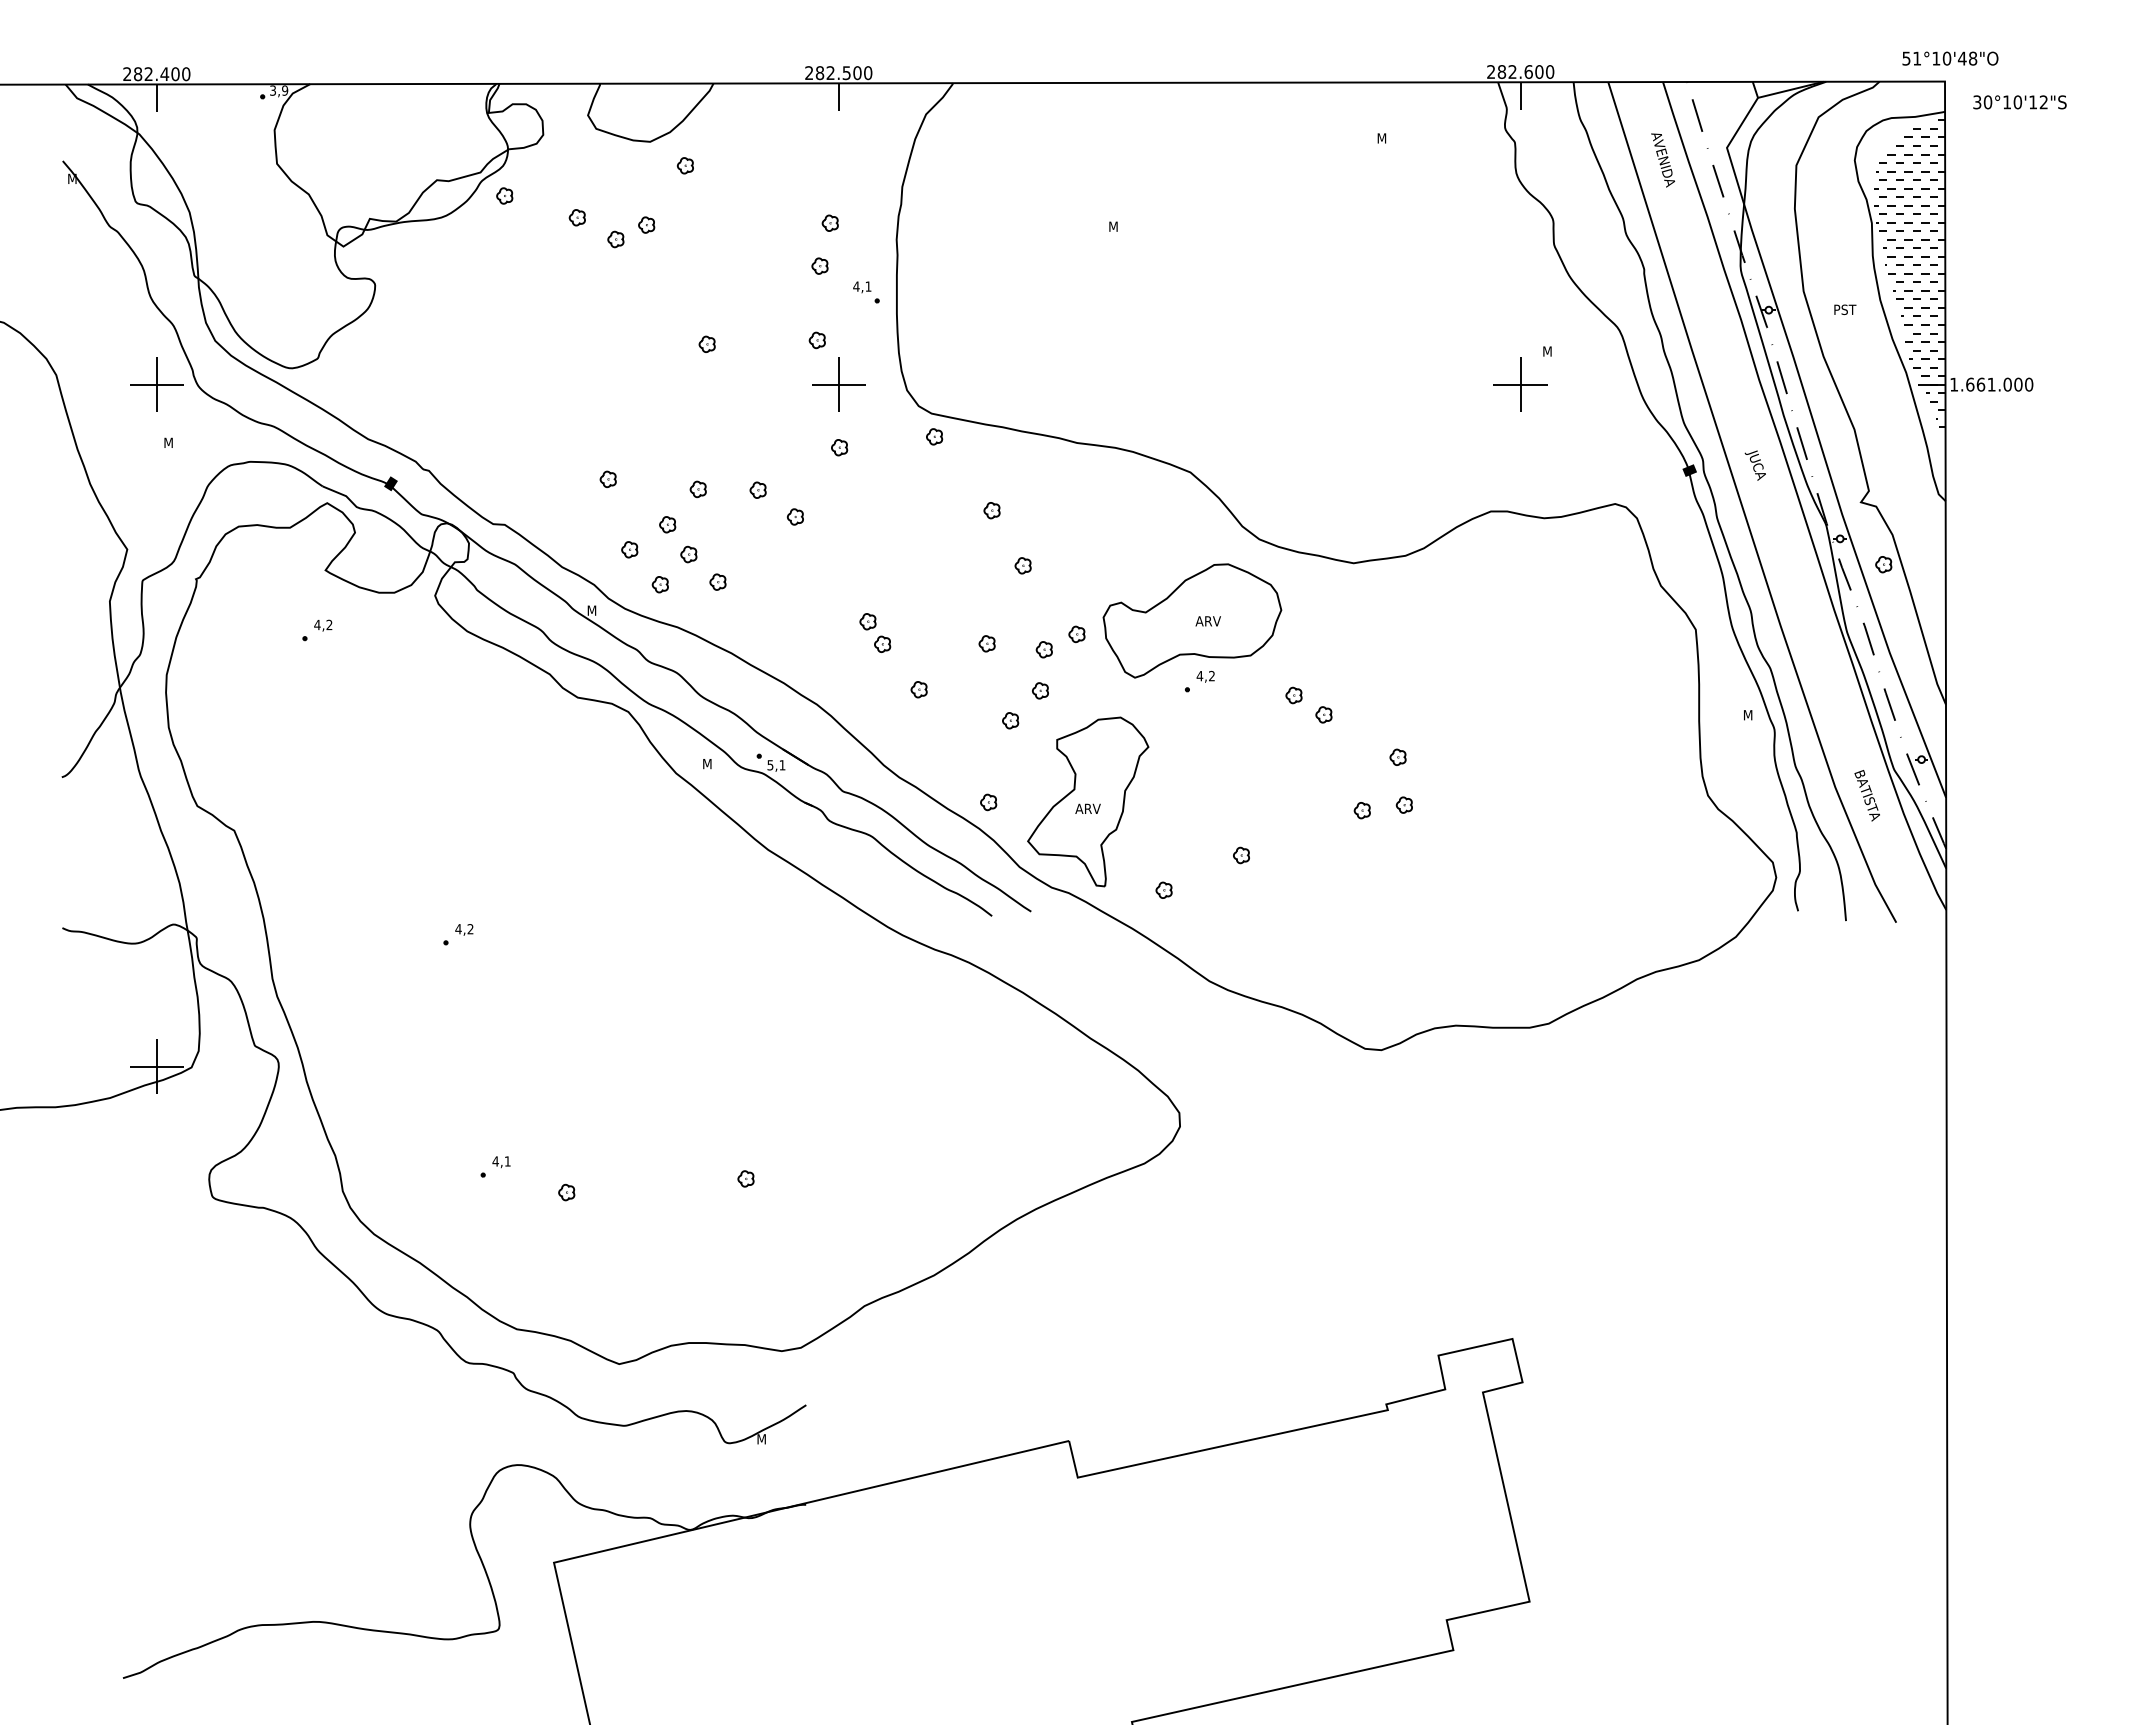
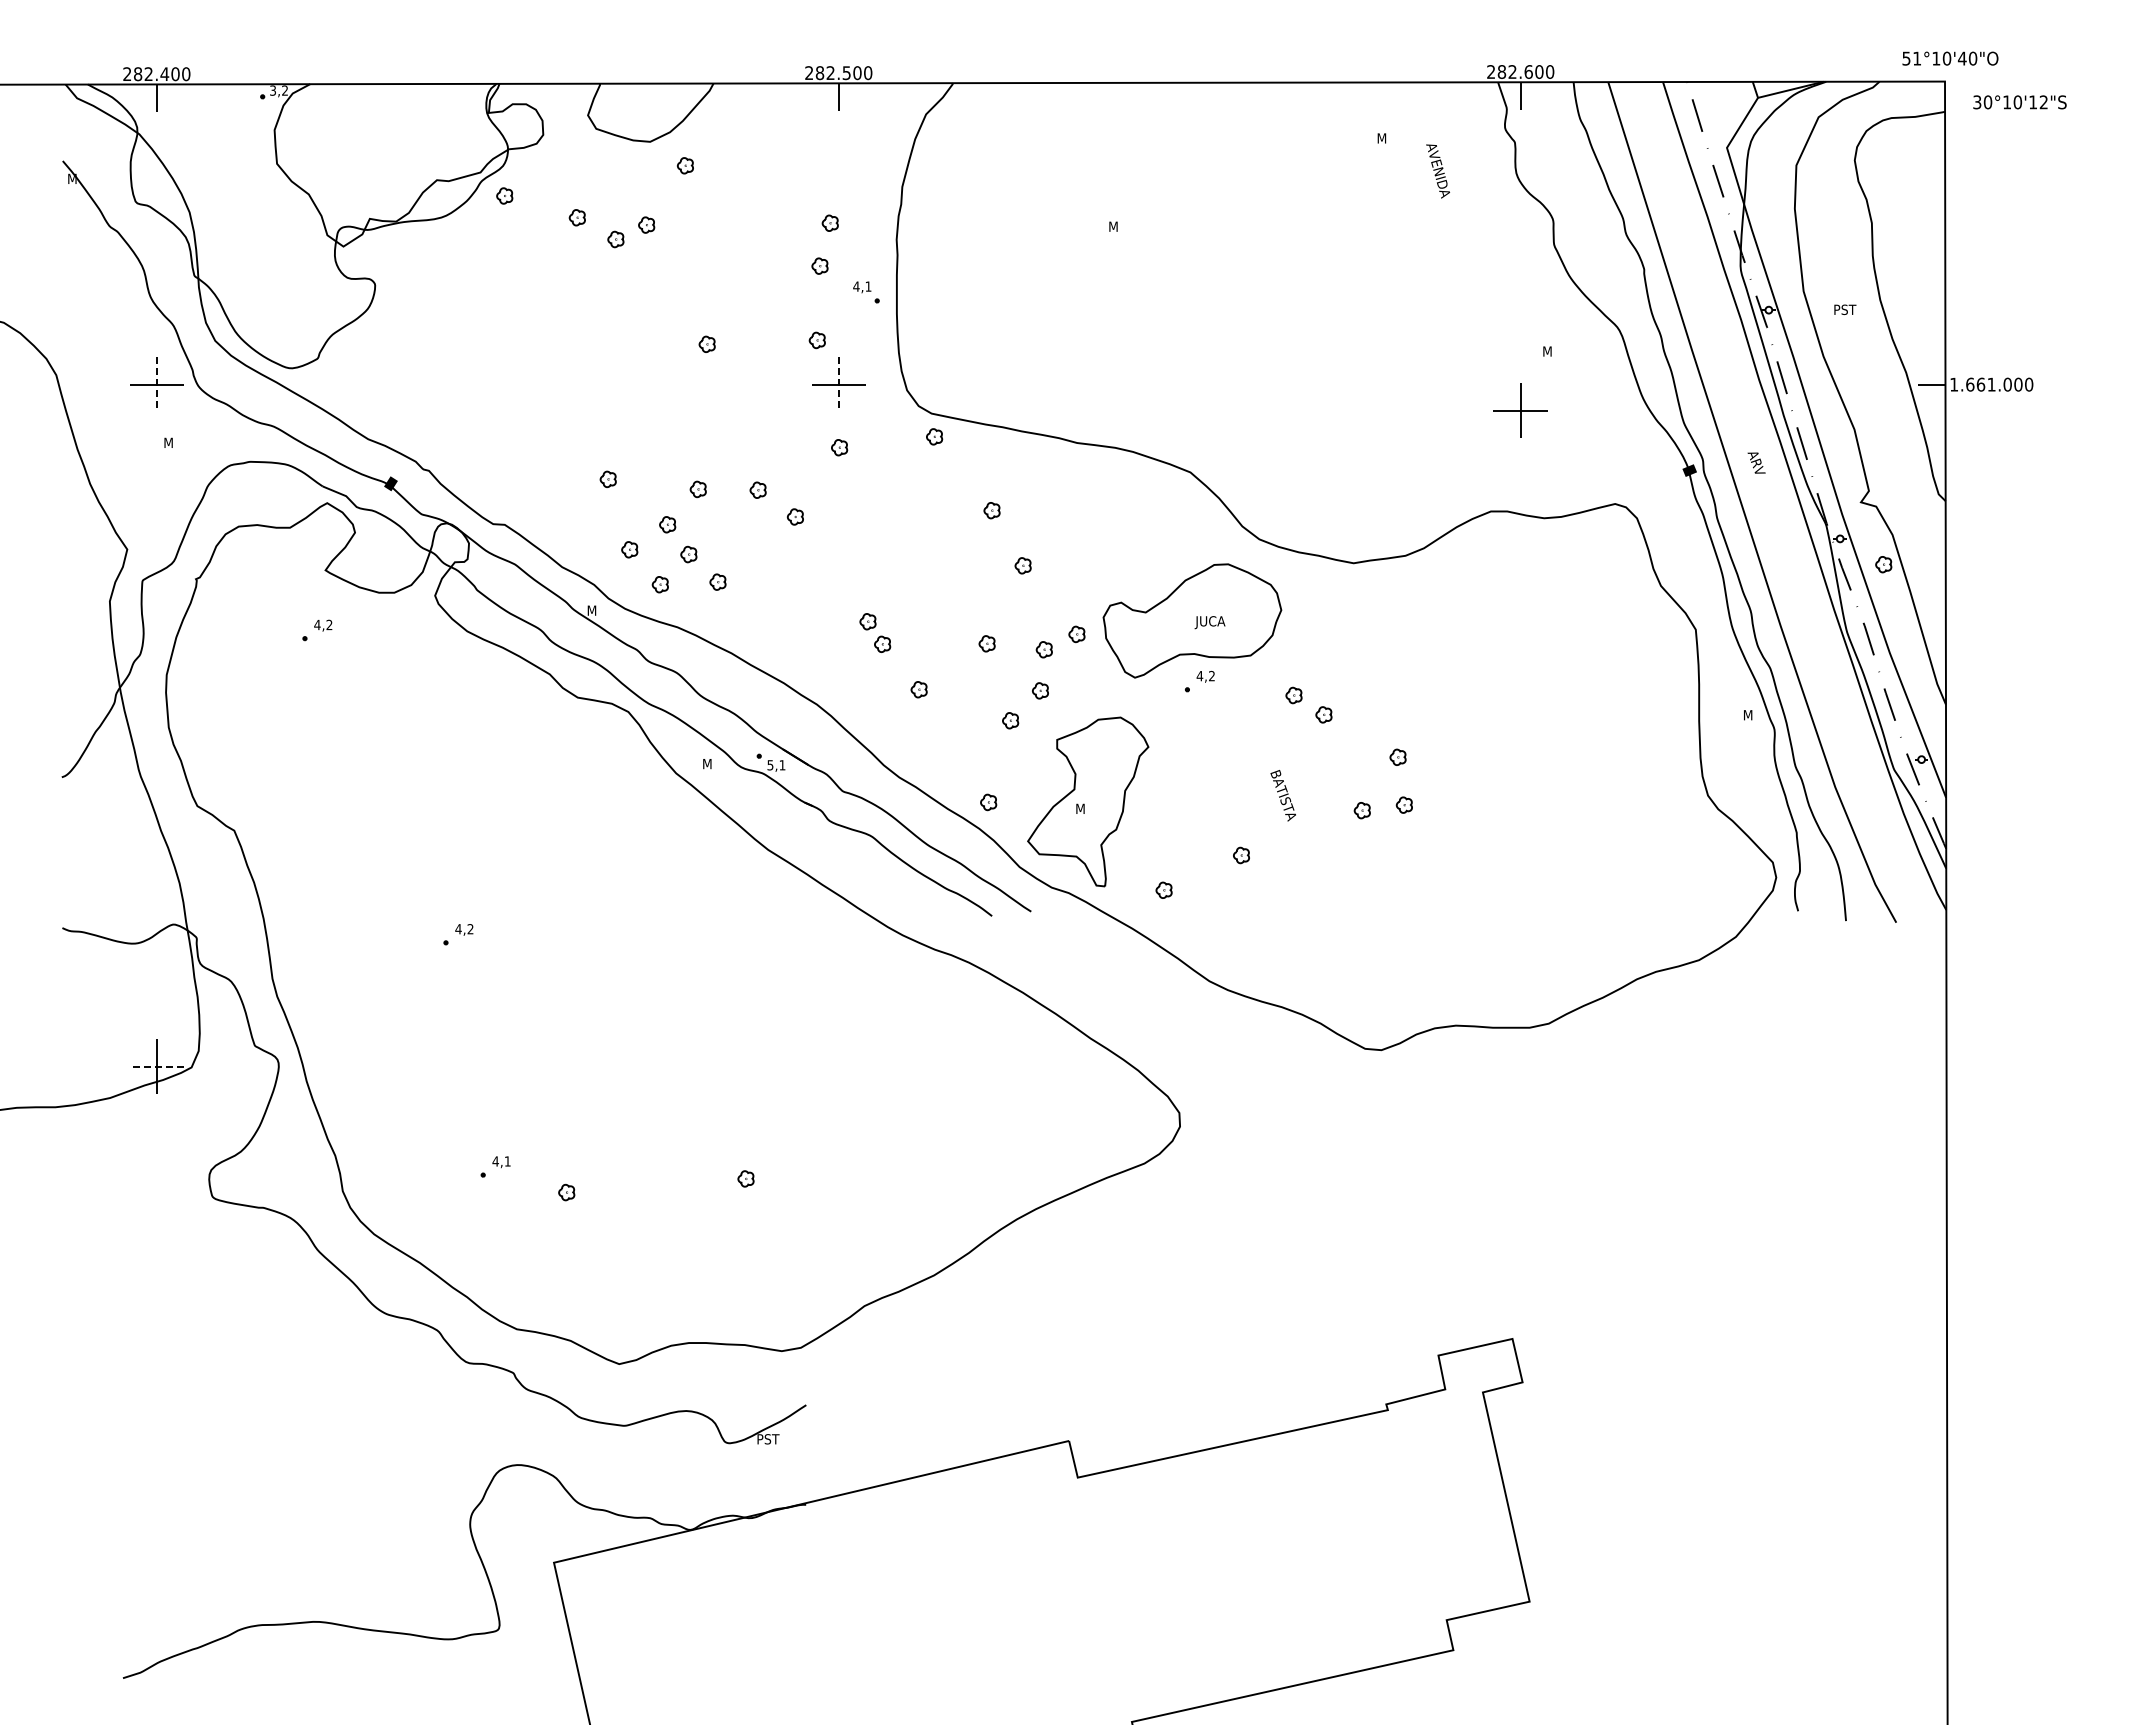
text at (1972, 58): 51°10'48"O -> 51°10'40"O
text at (285, 90): 3,9 -> 3,2
text at (1662, 160) position: (1662, 160) -> (1437, 171)
hatch at (1909, 282): present -> none
part at (1520, 384) position: (1520, 384) -> (1520, 410)
line at (156, 385): solid -> dashed
line at (838, 385): solid -> dashed
text at (1754, 465): JUCA -> ARV
text at (1209, 622): ARV -> JUCA
text at (1866, 795) position: (1866, 795) -> (1282, 795)
text at (1087, 808): ARV -> M
line at (156, 1066): solid -> dashed
text at (768, 1439): M -> PST
